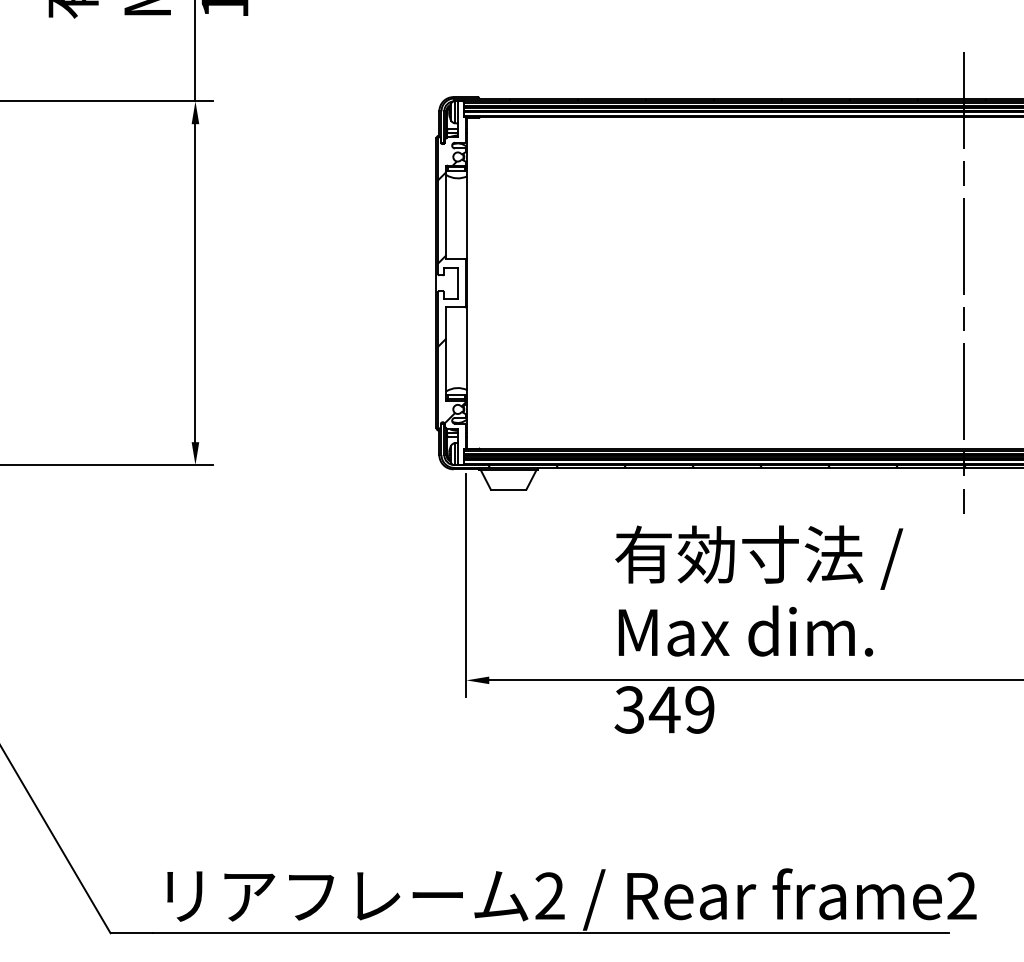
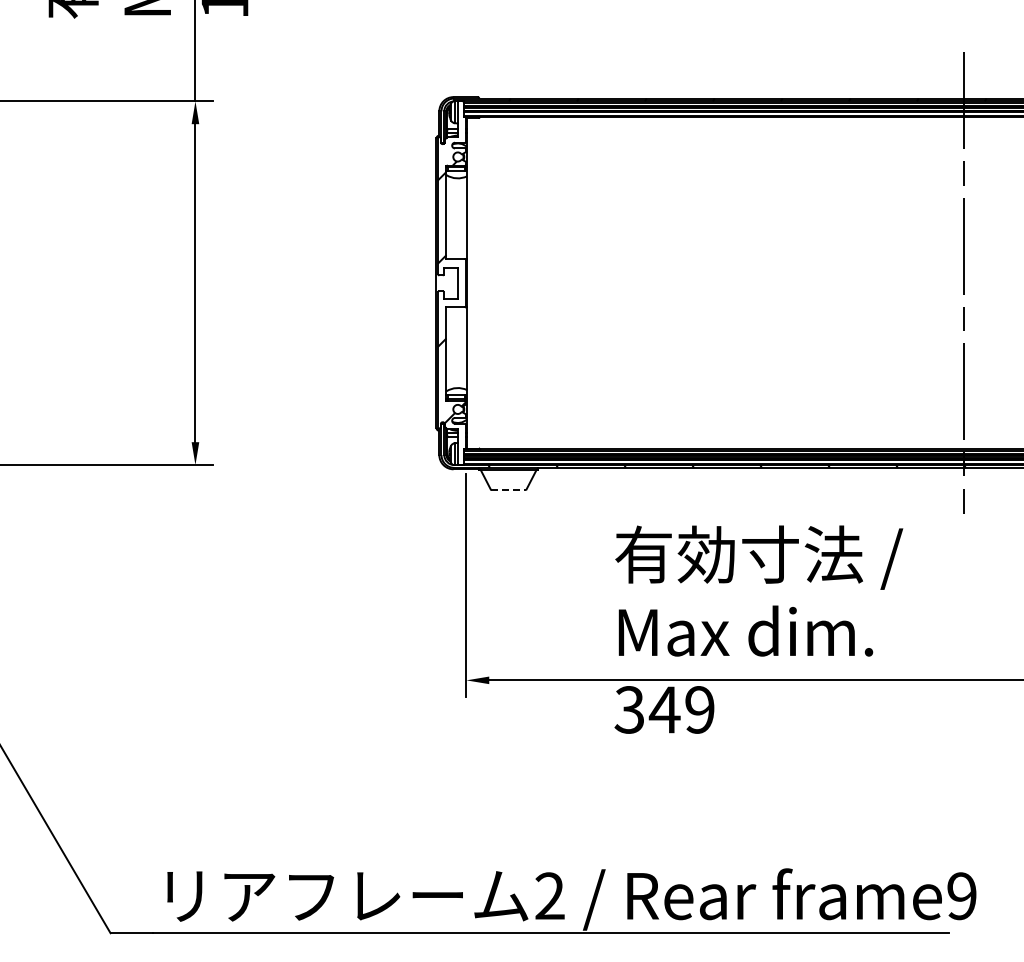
line at (508, 489): solid -> dashed
text at (961, 896): frame2 -> frame9
